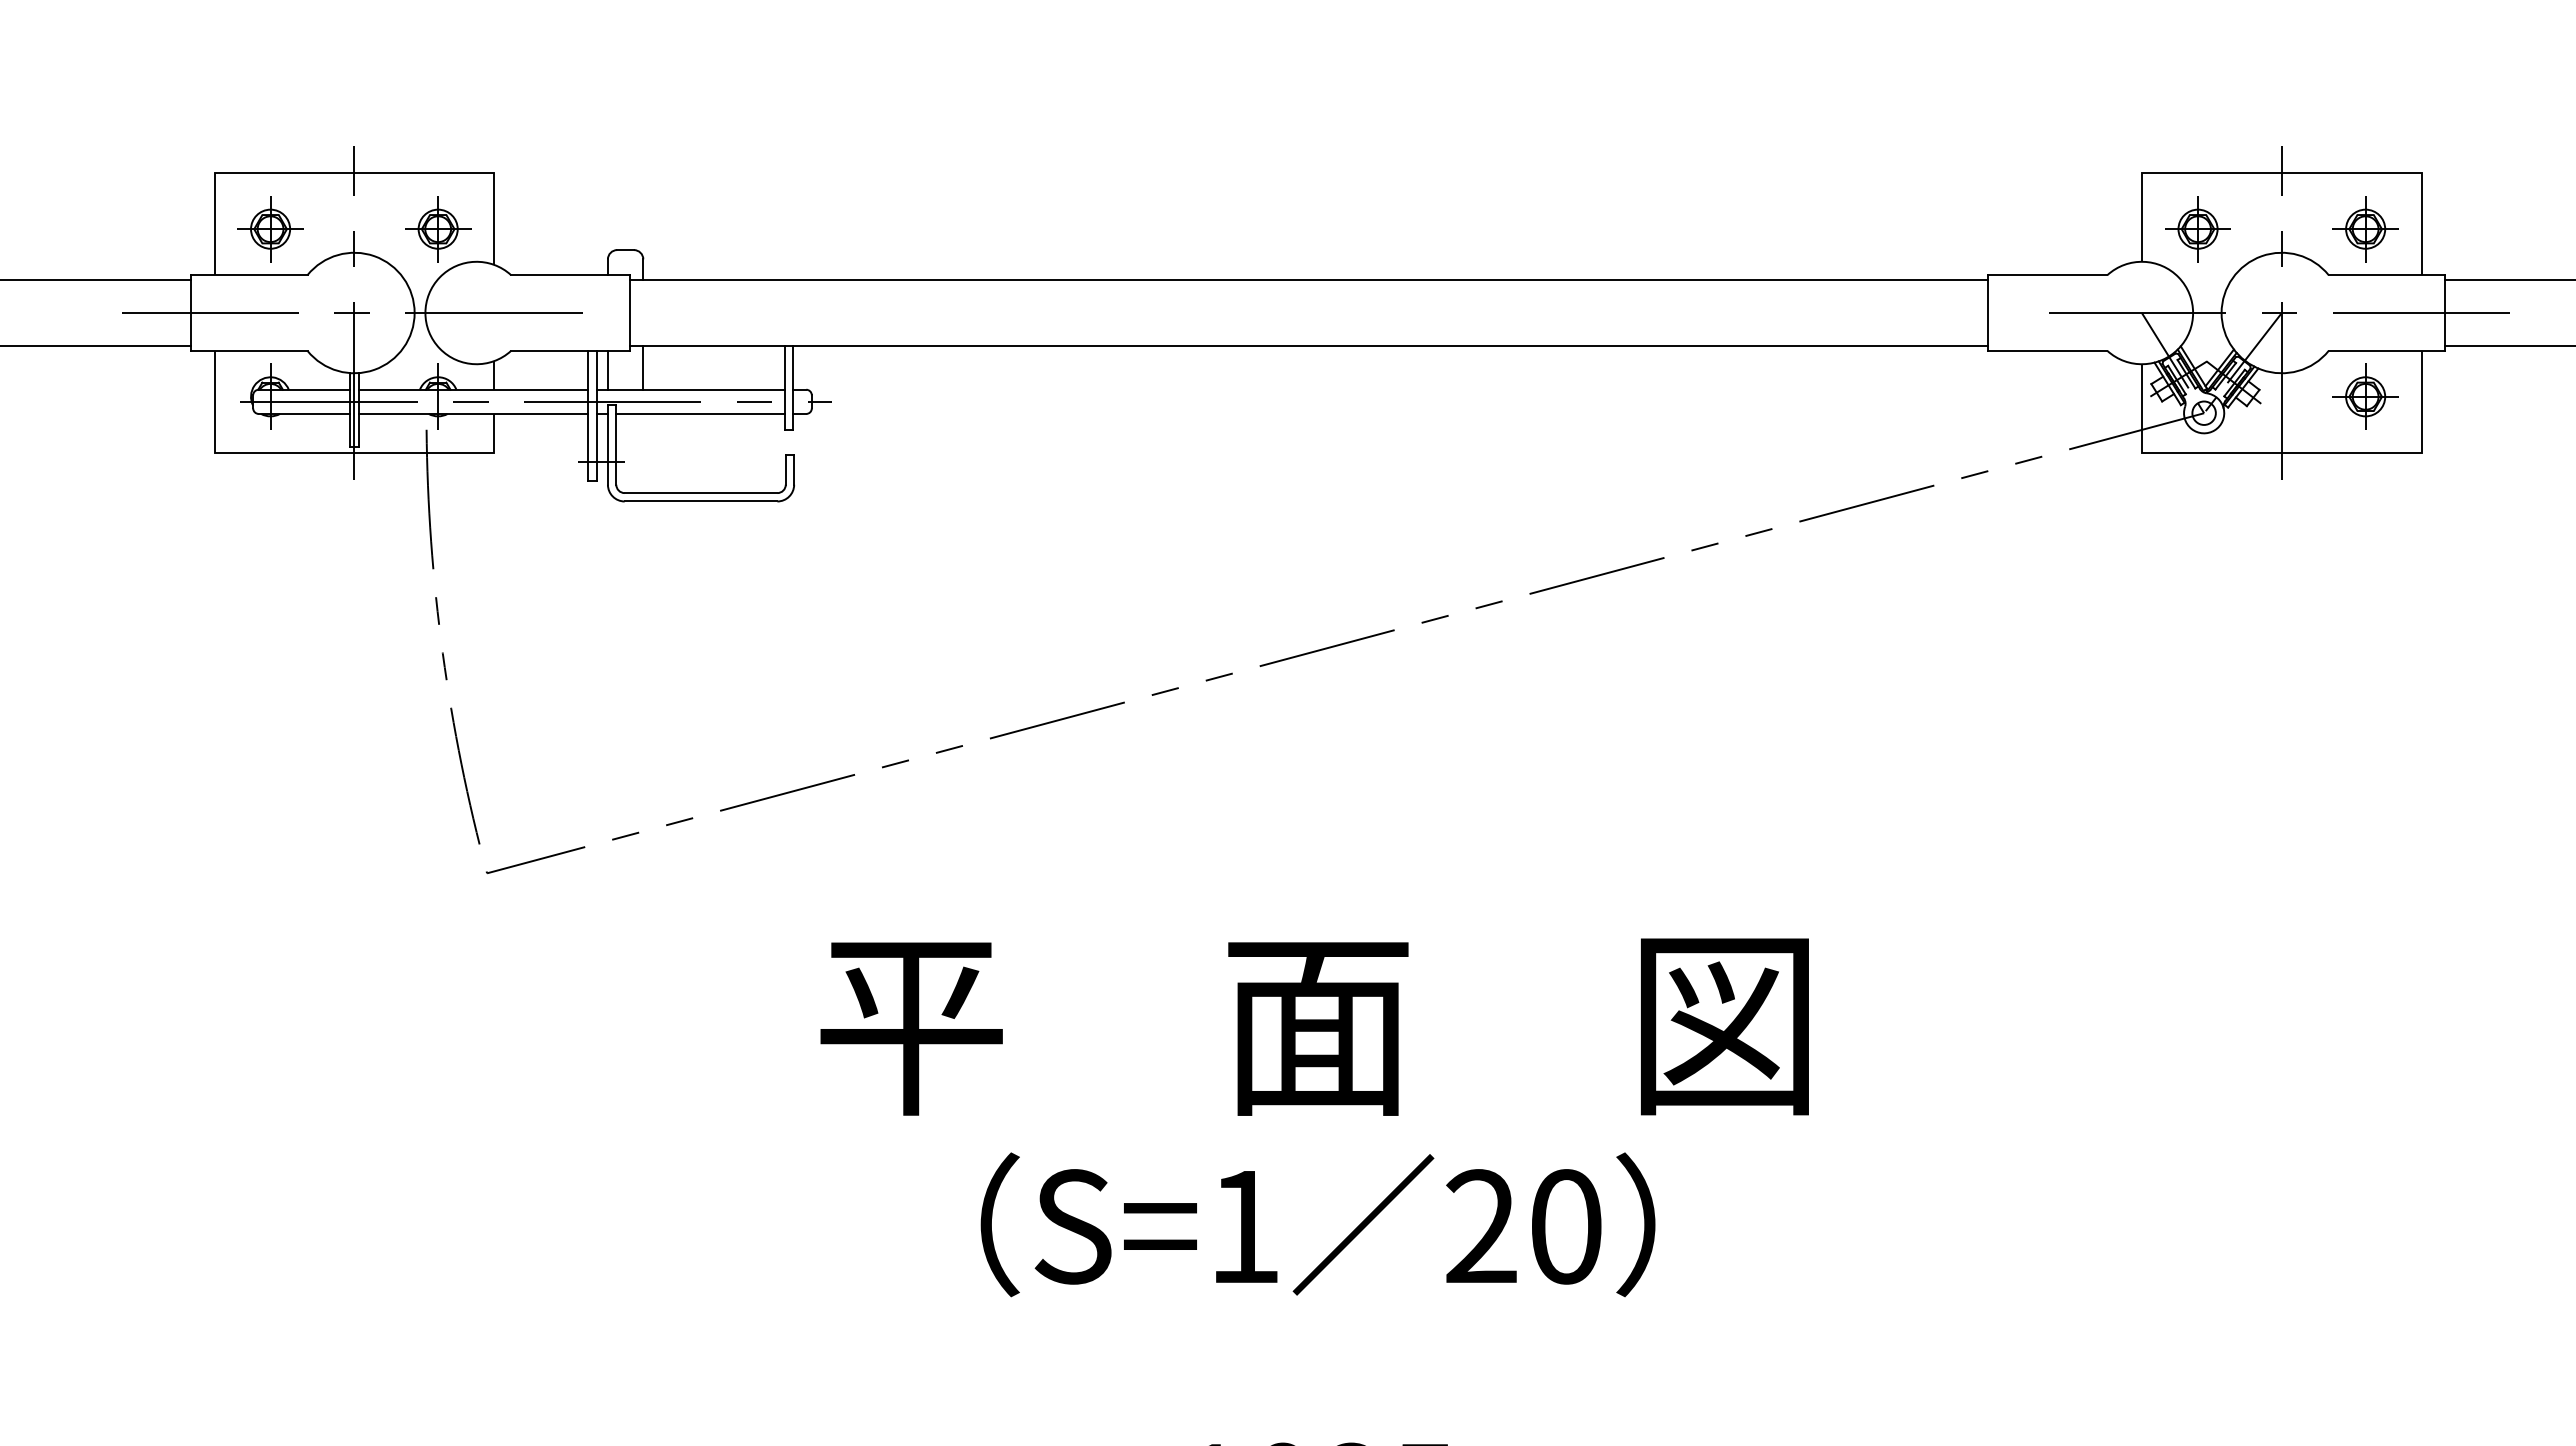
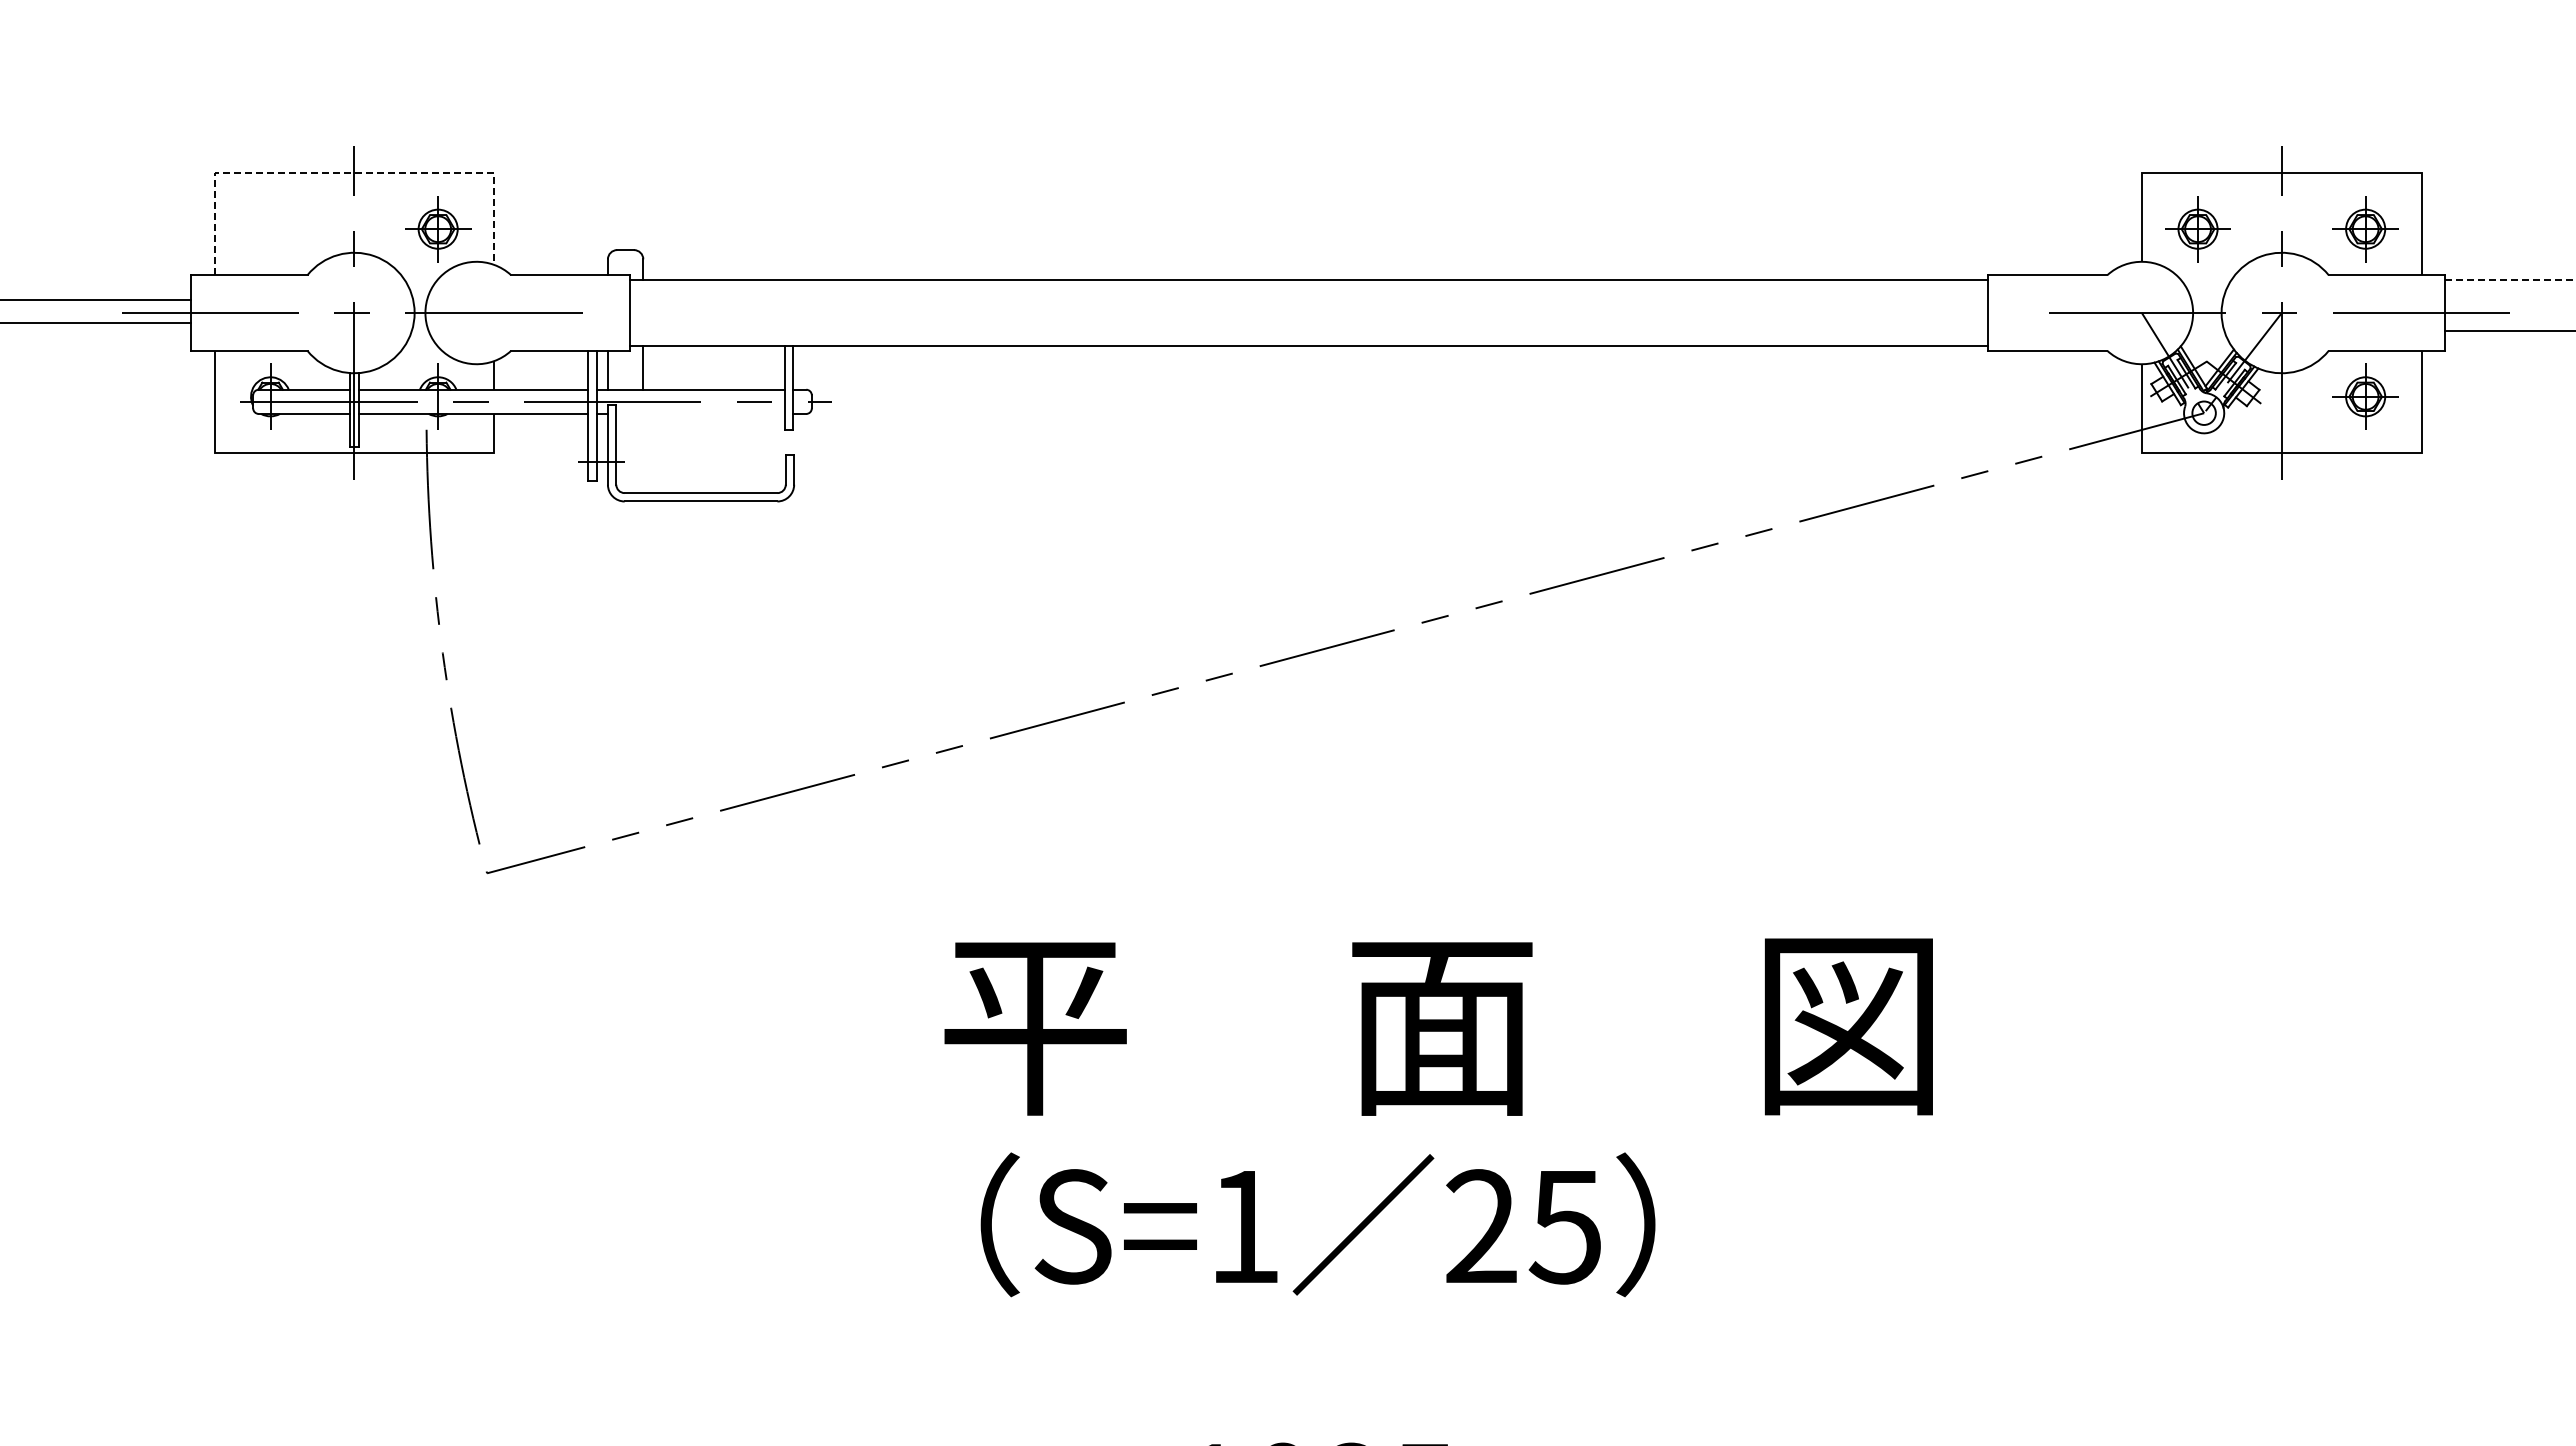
line at (349, 173): solid -> dashed
part at (270, 229): present -> none
line at (96, 280) position: (96, 280) -> (96, 300)
line at (2510, 280): solid -> dashed
line at (96, 345) position: (96, 345) -> (96, 322)
line at (2508, 345) position: (2508, 345) -> (2508, 330)
line at (700, 413): present -> none
text at (1314, 1026) position: (1314, 1026) -> (1438, 1026)
text at (1564, 1226): 20 -> 25
